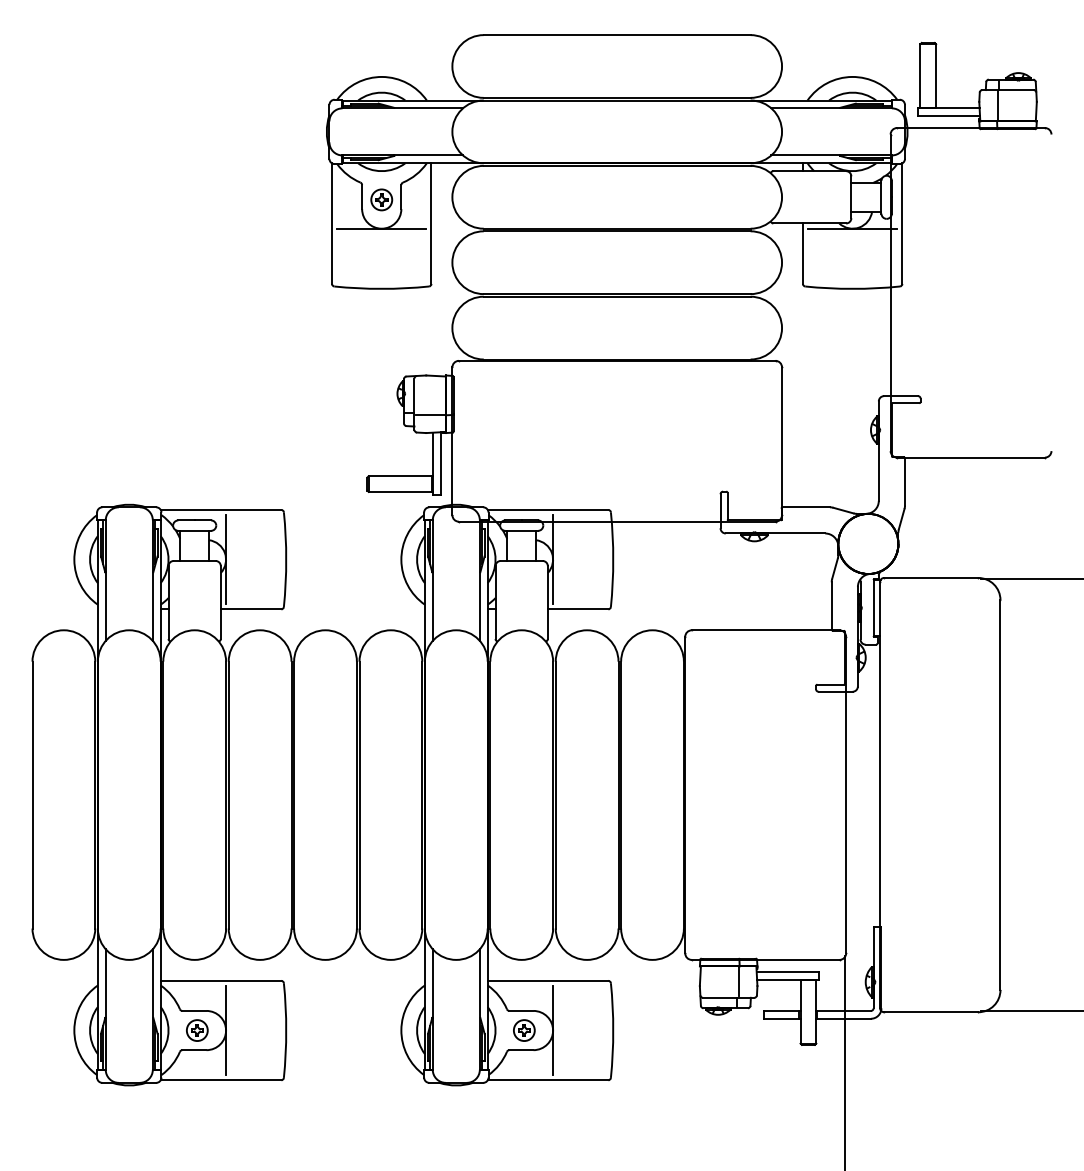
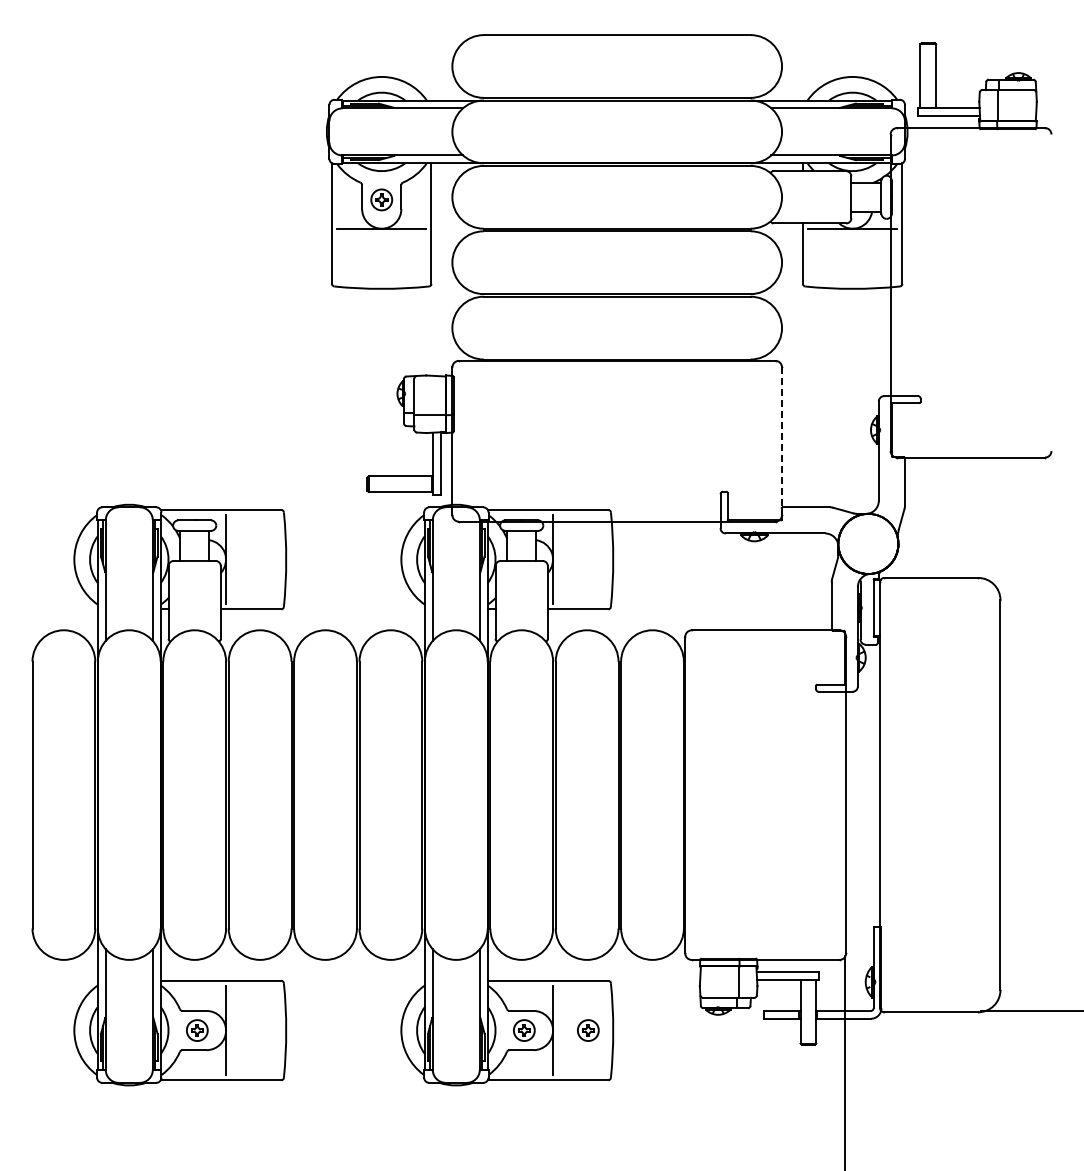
line at (782, 441): solid -> dashed
line at (1030, 579): present -> none
part at (588, 1030): none -> present
